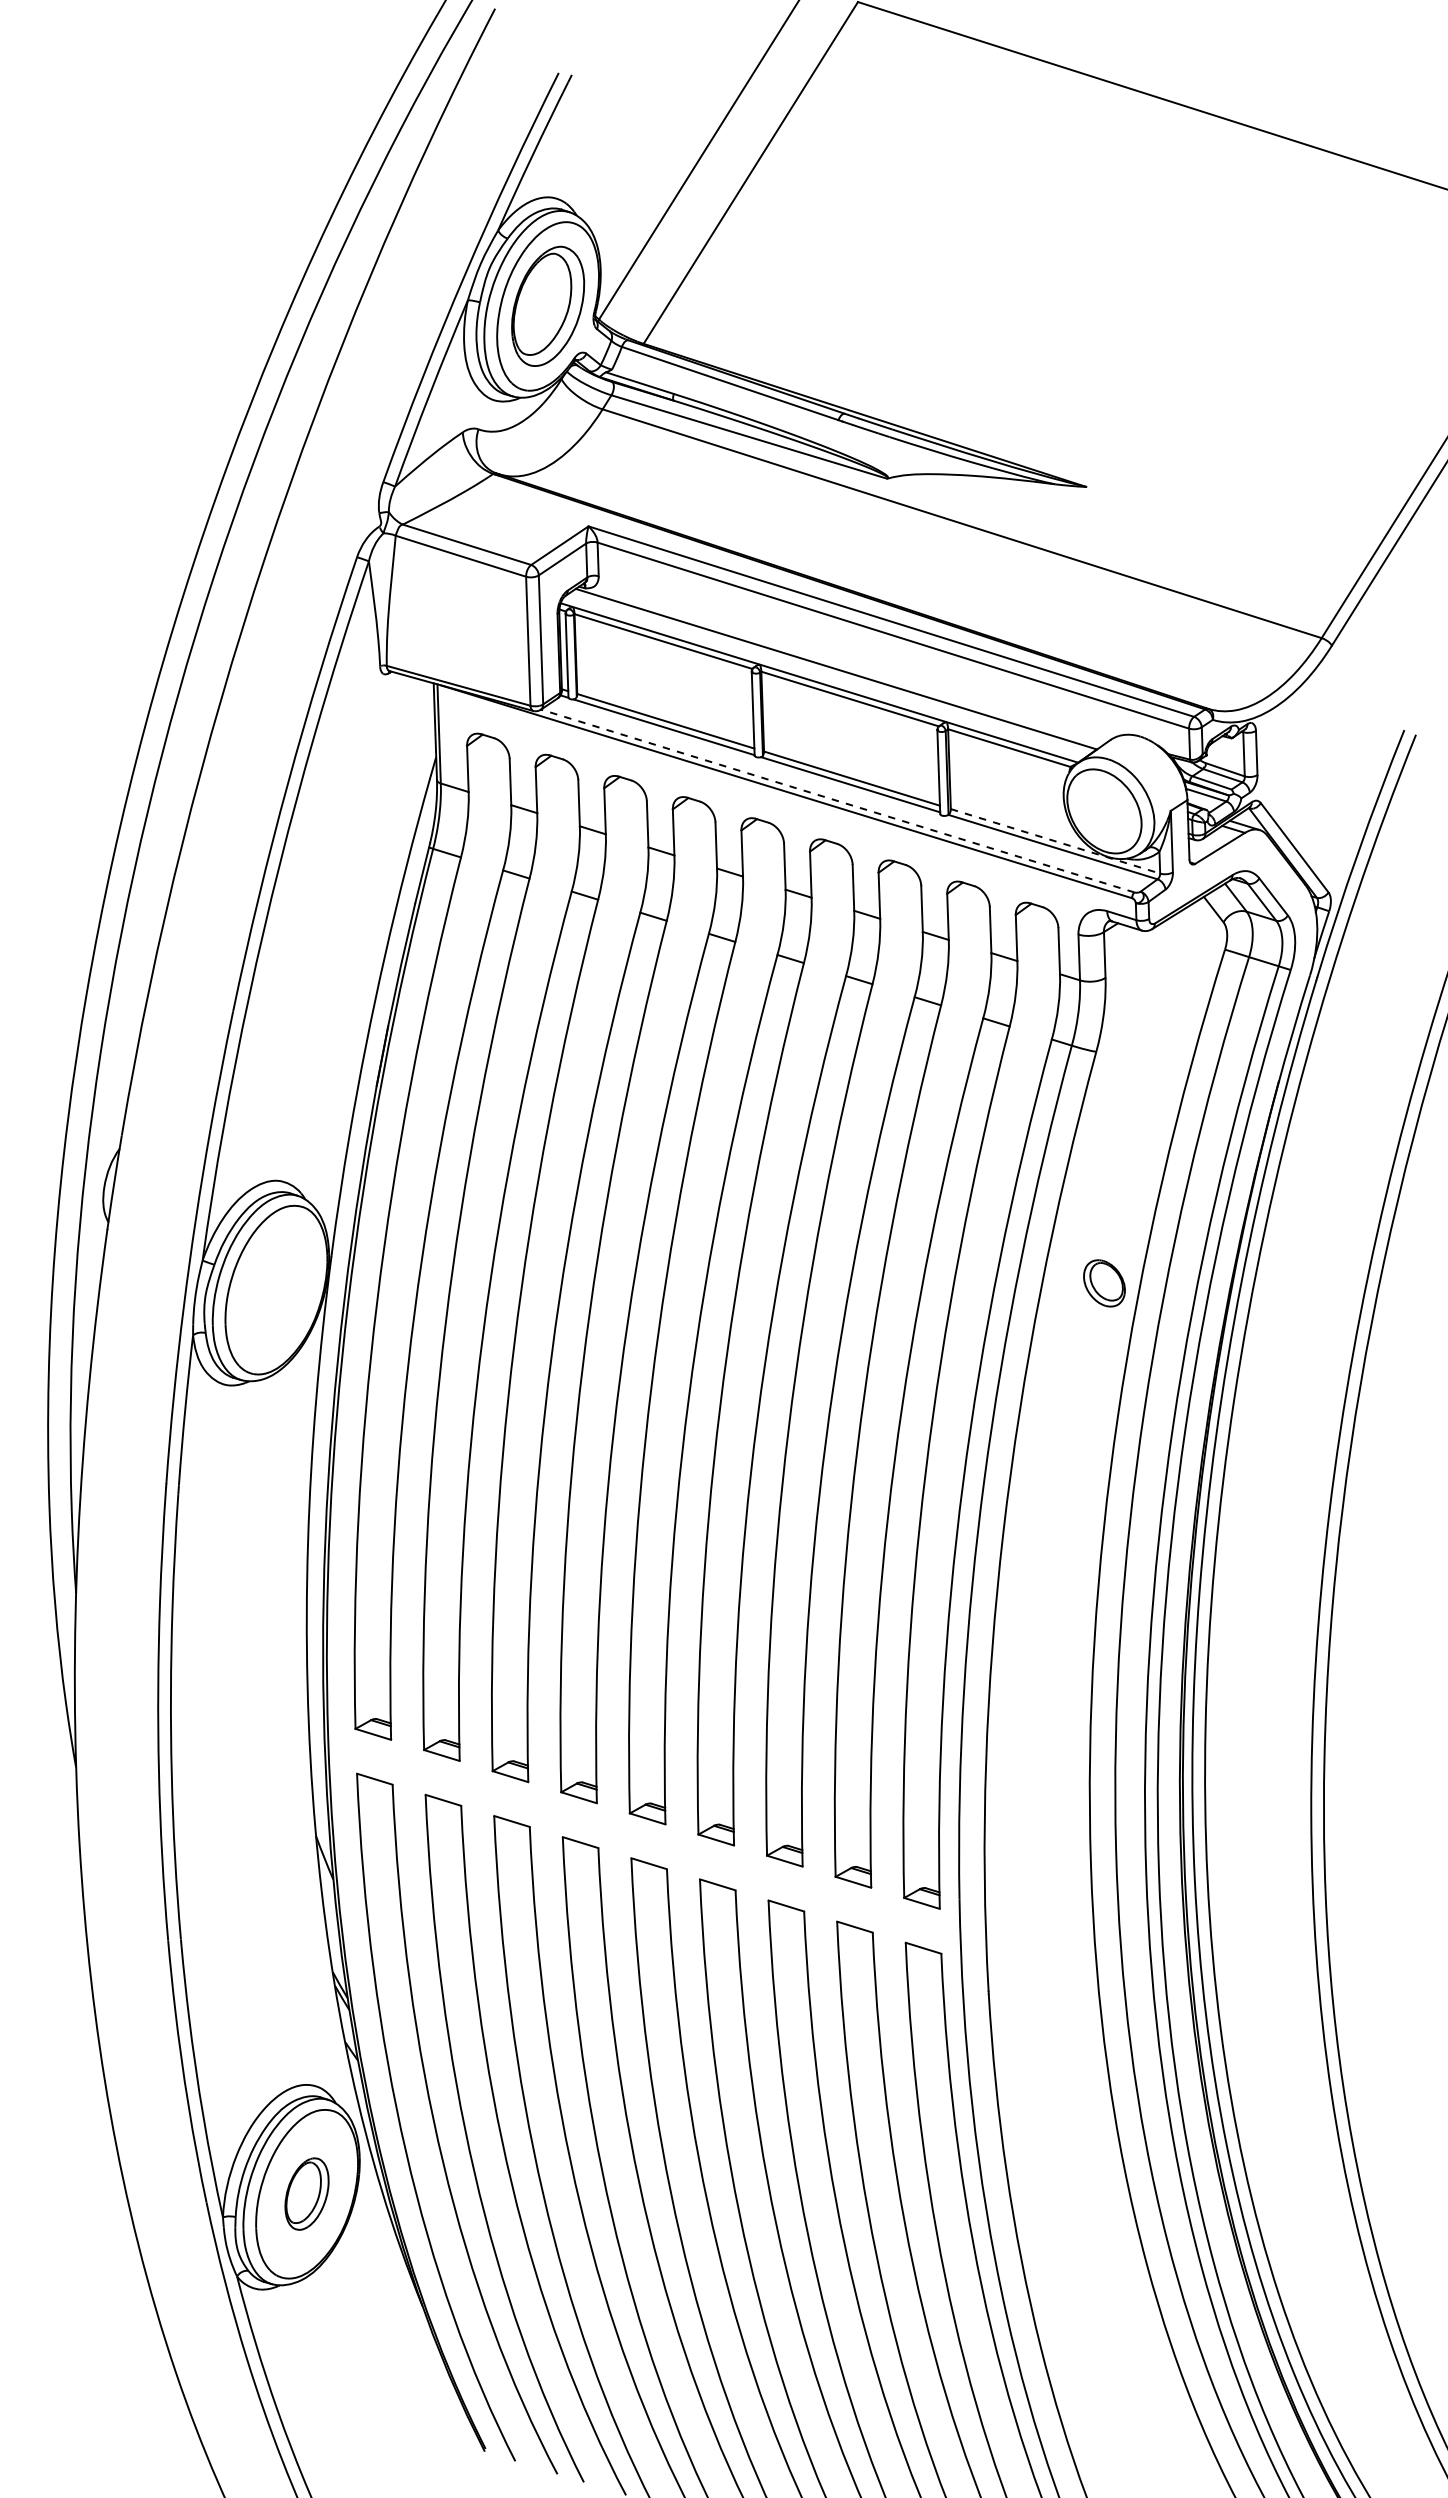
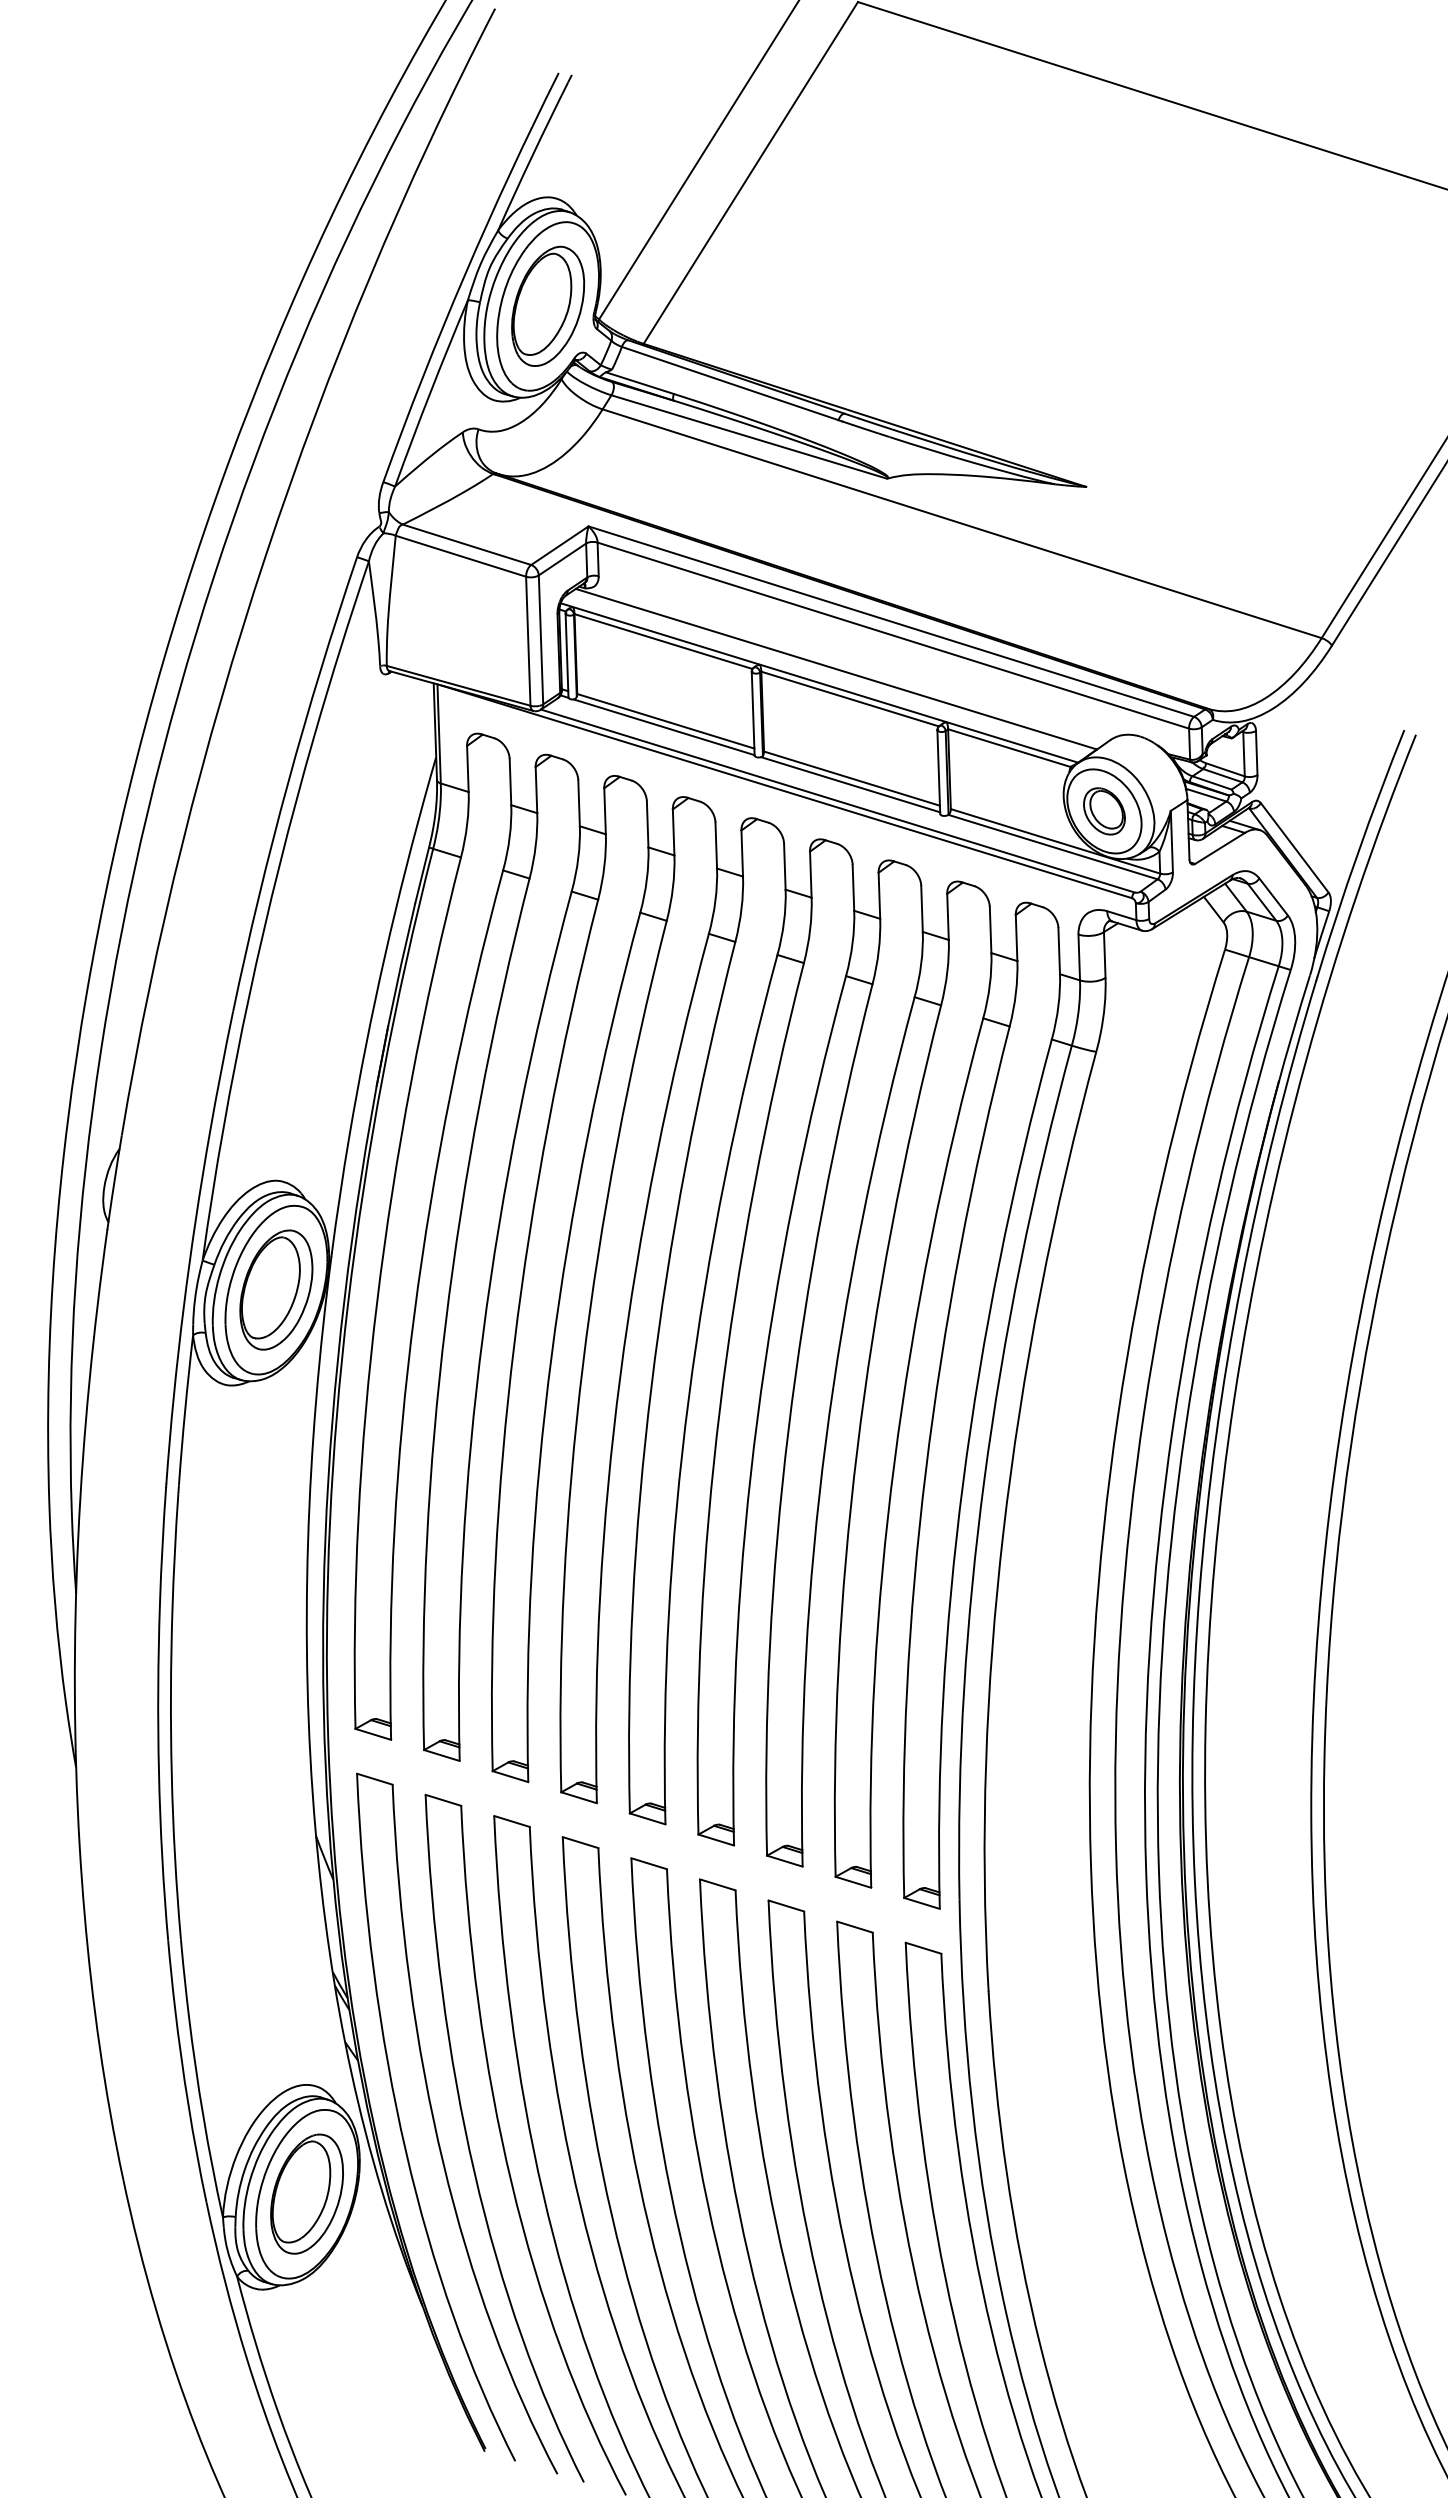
line at (837, 801): dashed -> solid
line at (1055, 841): dashed -> solid
part at (1104, 1283) position: (1104, 1283) -> (1104, 811)
part at (276, 1289): none -> present
part at (306, 2193) size: 46x74 px -> 74x122 px
